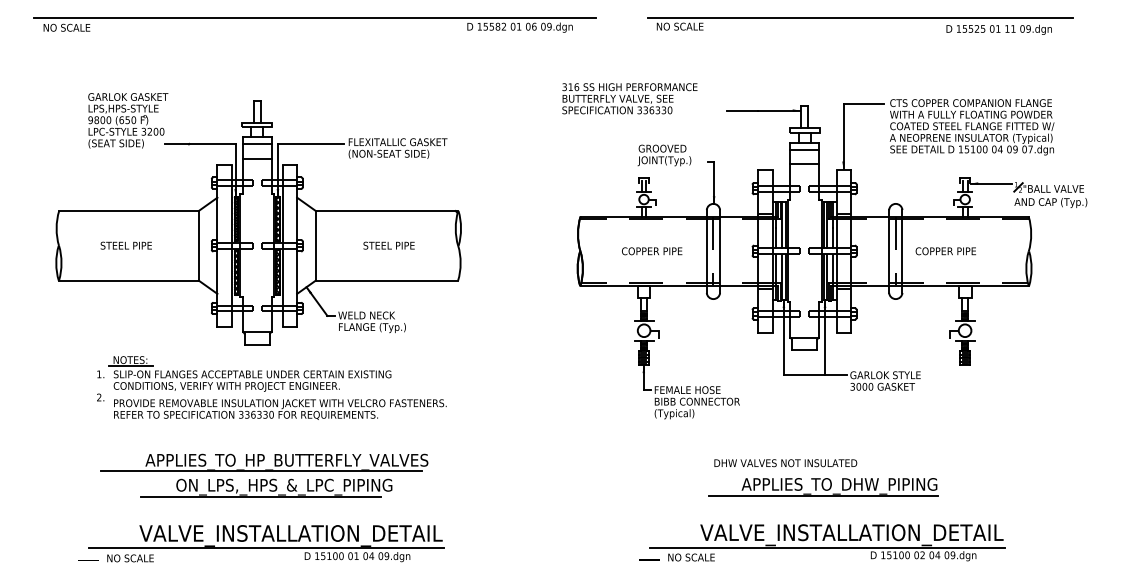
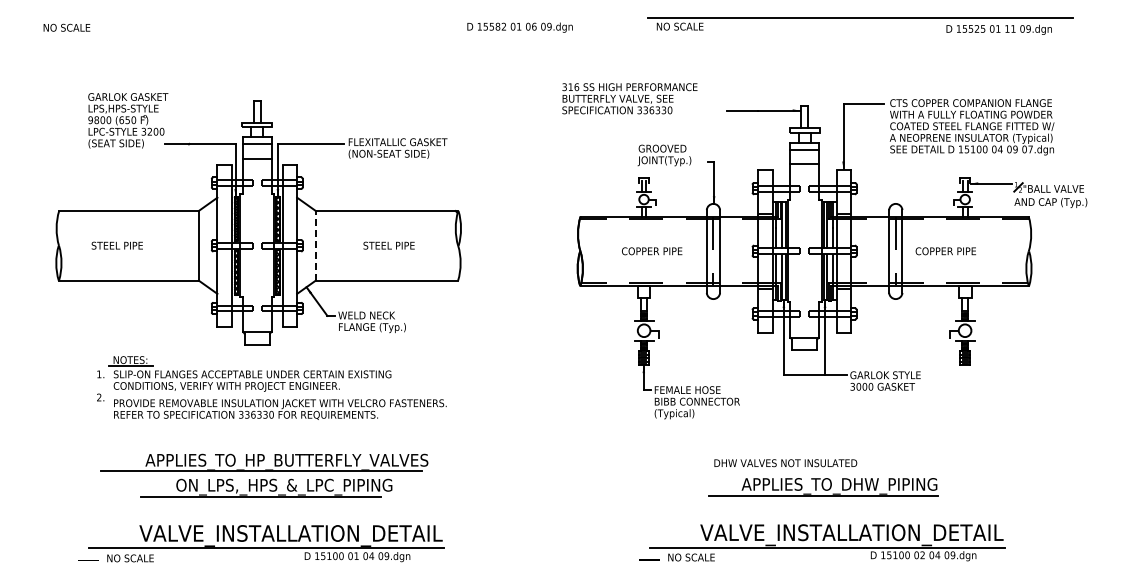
line at (314, 17): present -> none
text at (125, 245) position: (125, 245) -> (116, 245)
line at (315, 245): solid -> dashed
